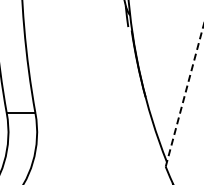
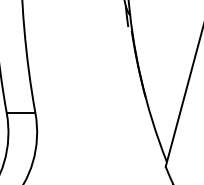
line at (184, 95): dashed -> solid
